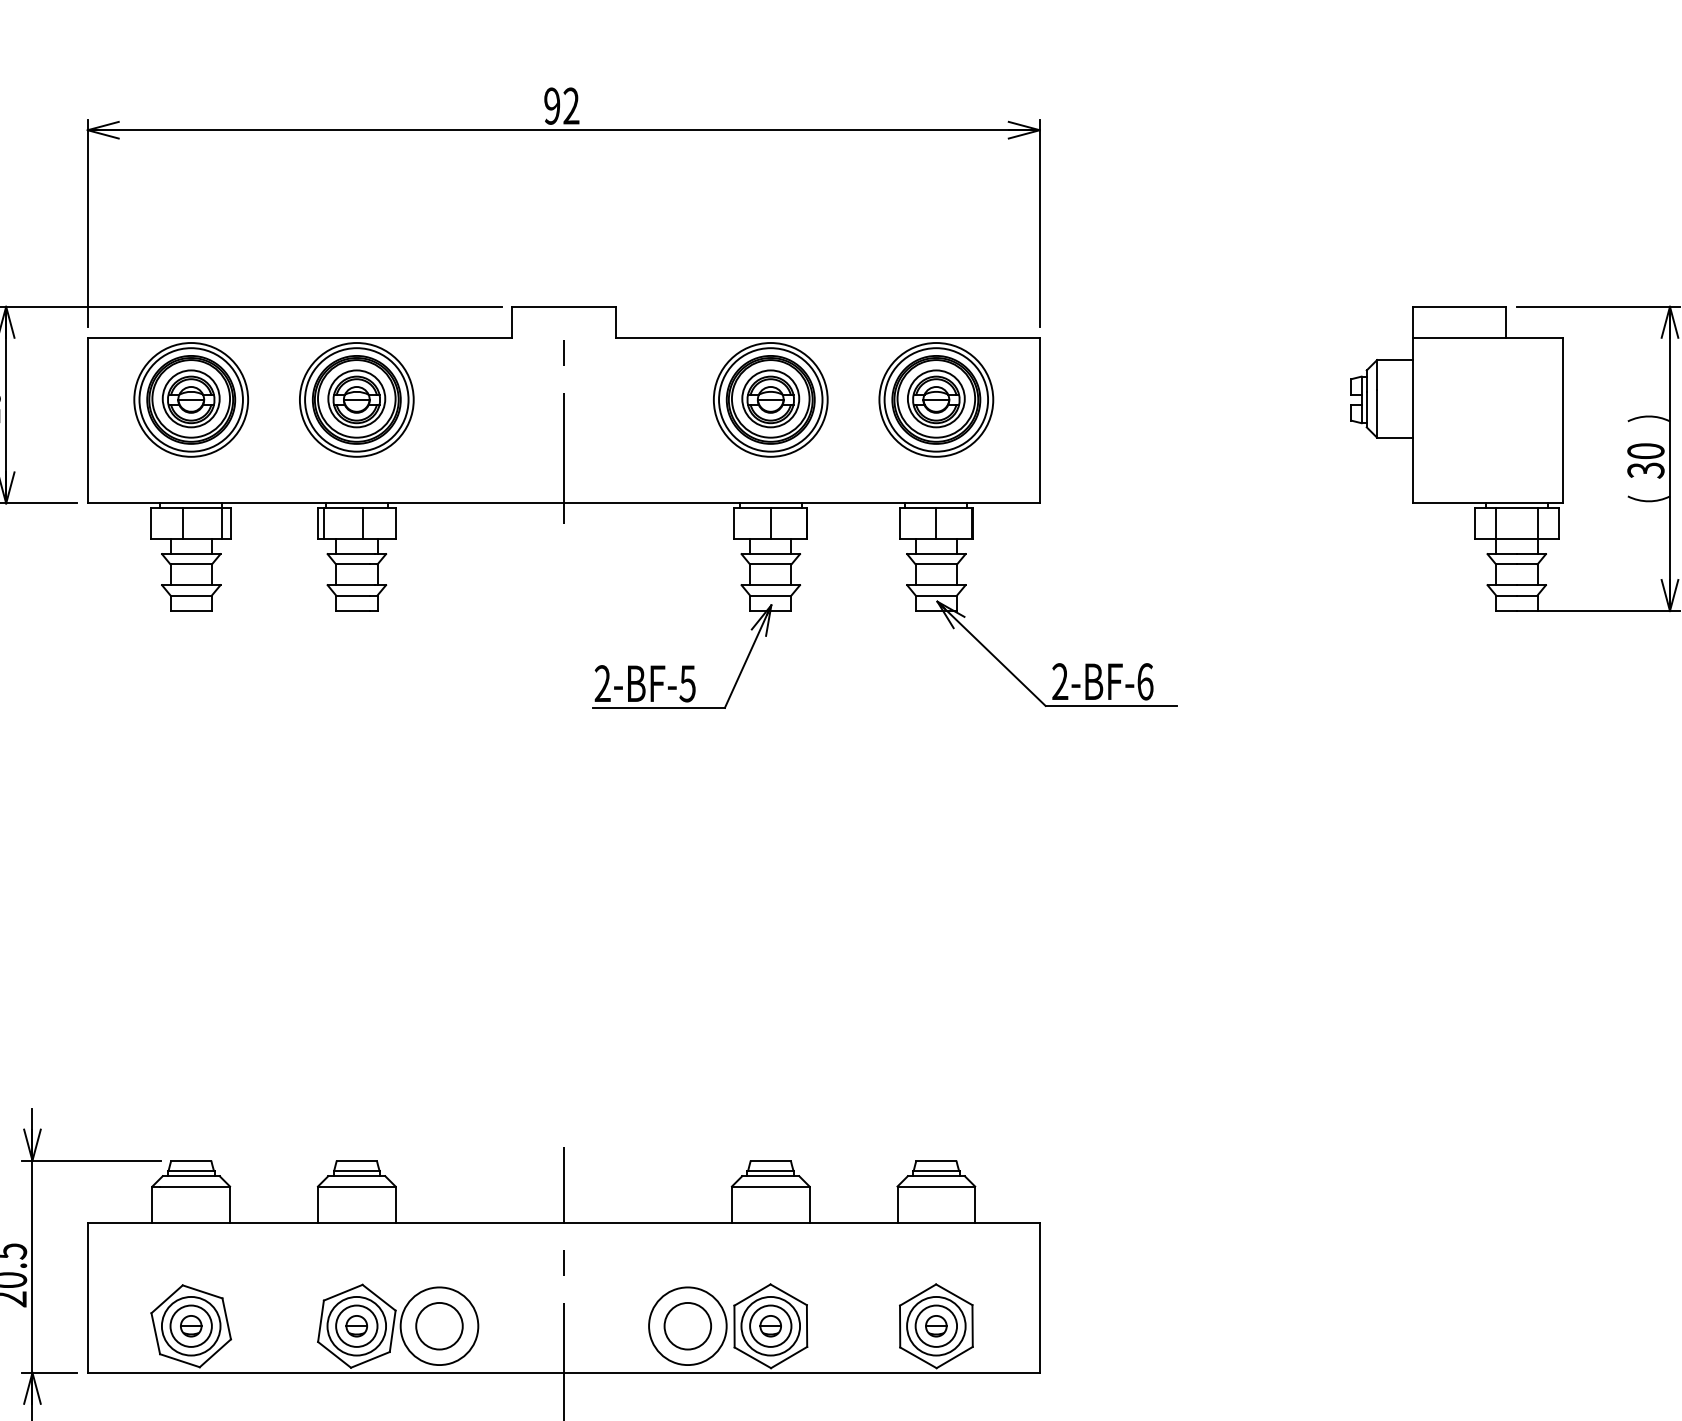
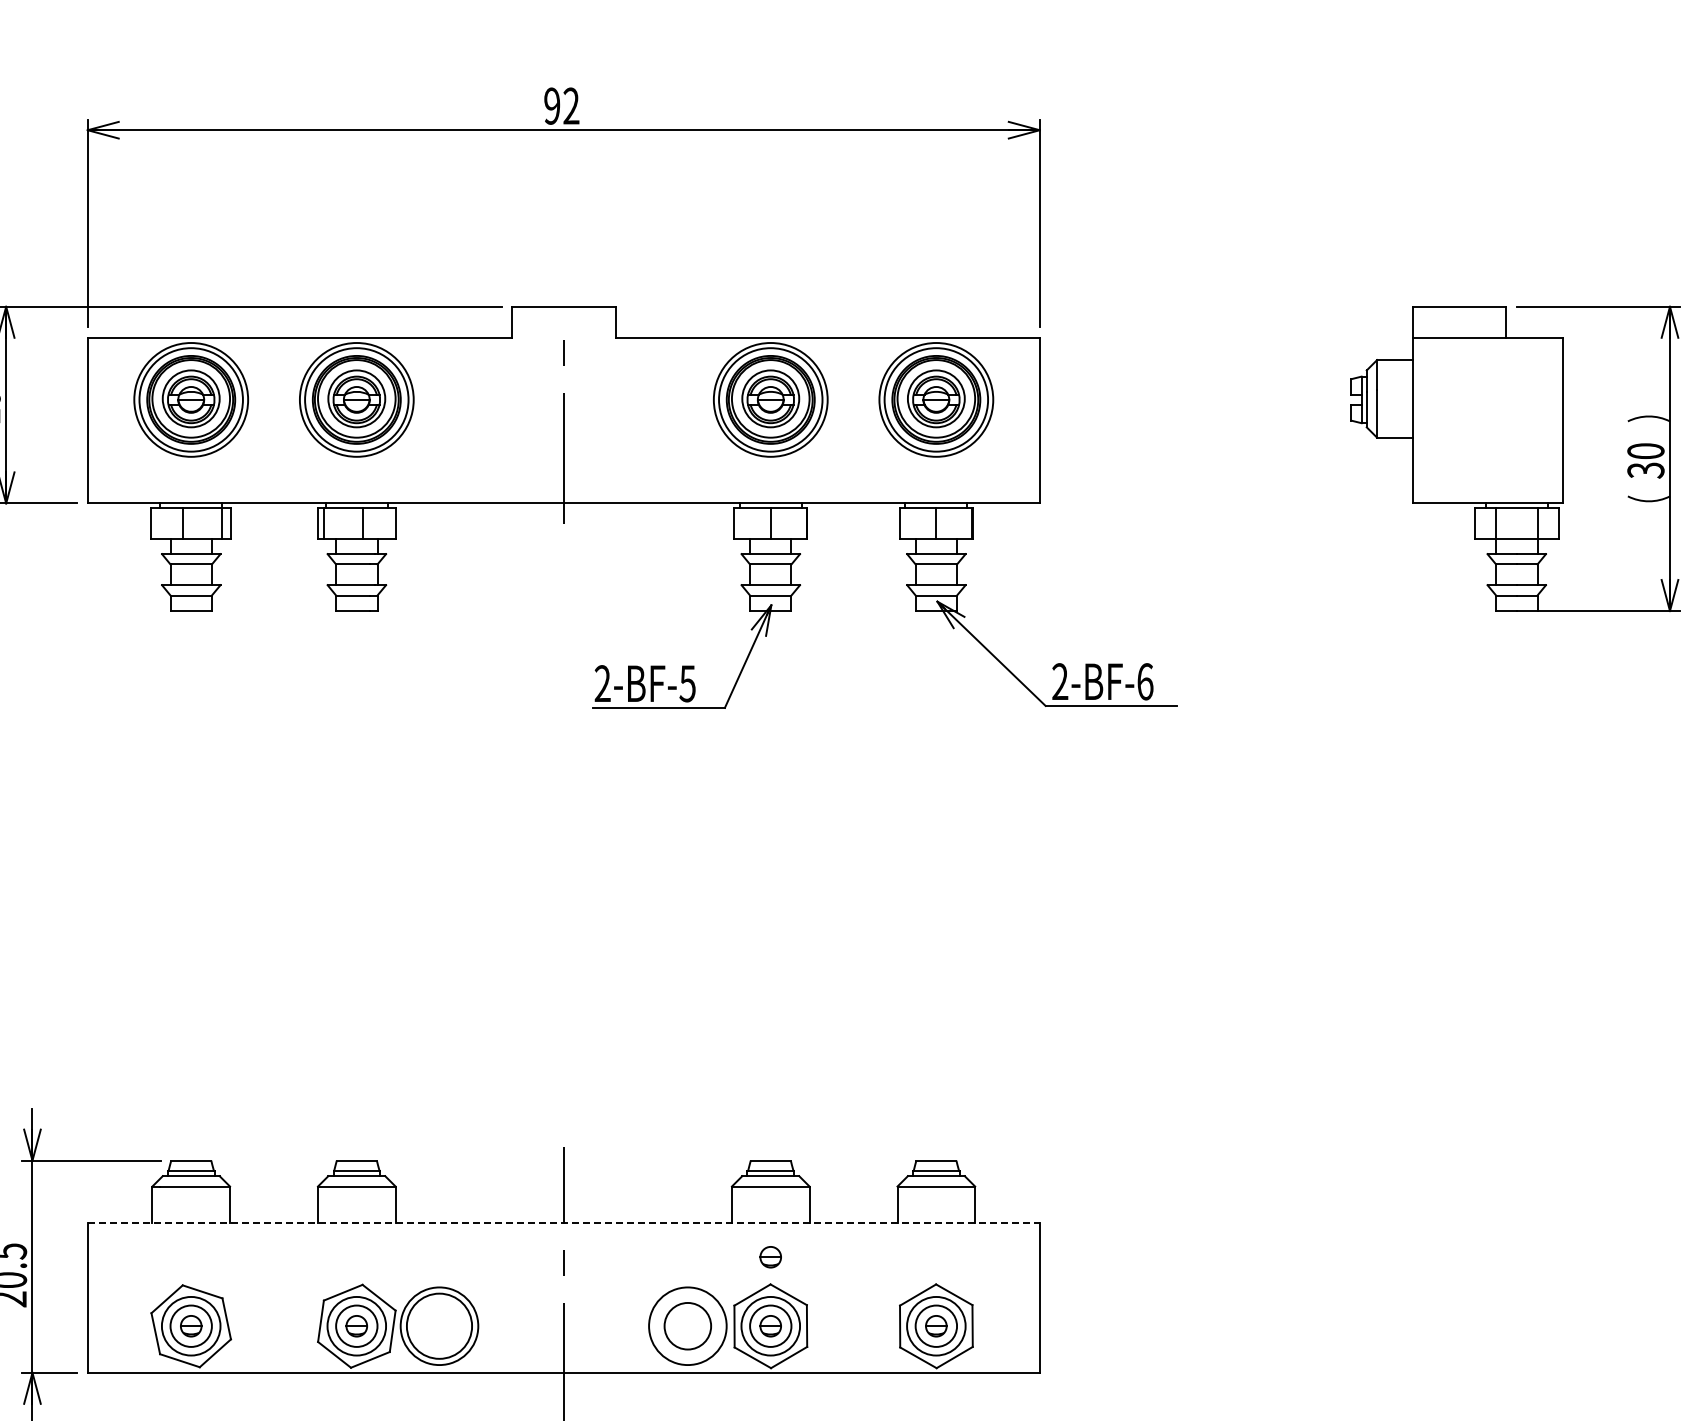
line at (564, 1222): solid -> dashed
part at (770, 1257): none -> present
circle at (439, 1325) diameter: 47 px -> 65 px
